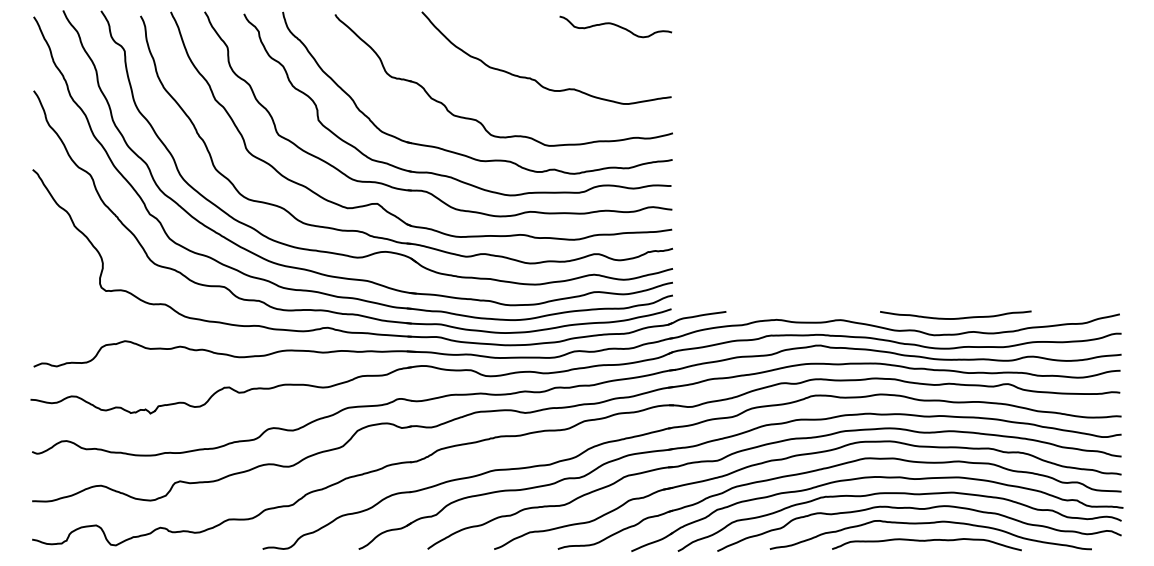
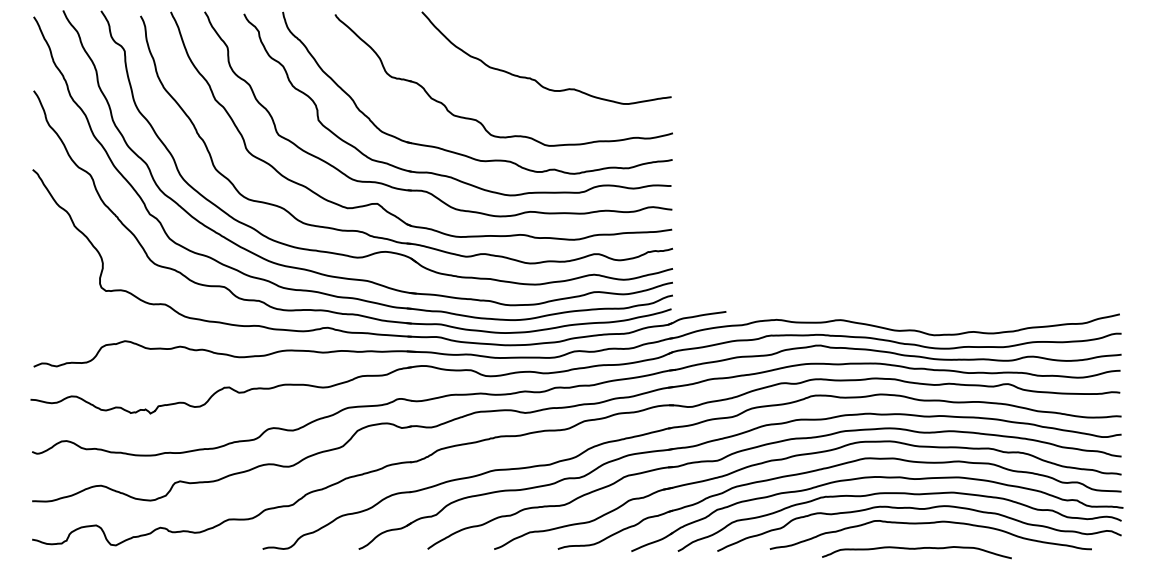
curve at (615, 25): present -> none
curve at (956, 317): present -> none
curve at (926, 541) position: (926, 541) -> (916, 549)
